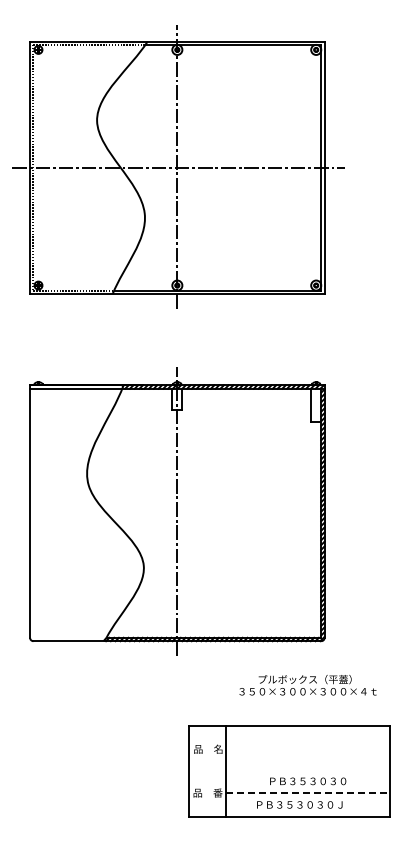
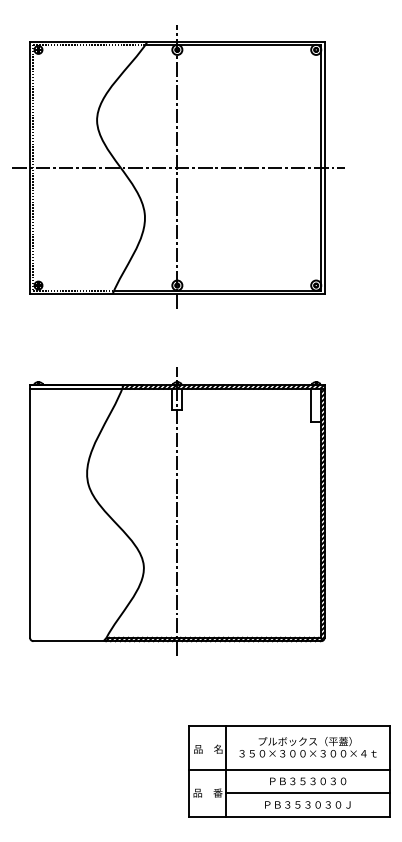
text at (307, 685) position: (307, 685) -> (307, 747)
line at (289, 769): none -> present
line at (308, 793): dashed -> solid
text at (299, 804) position: (299, 804) -> (307, 804)
